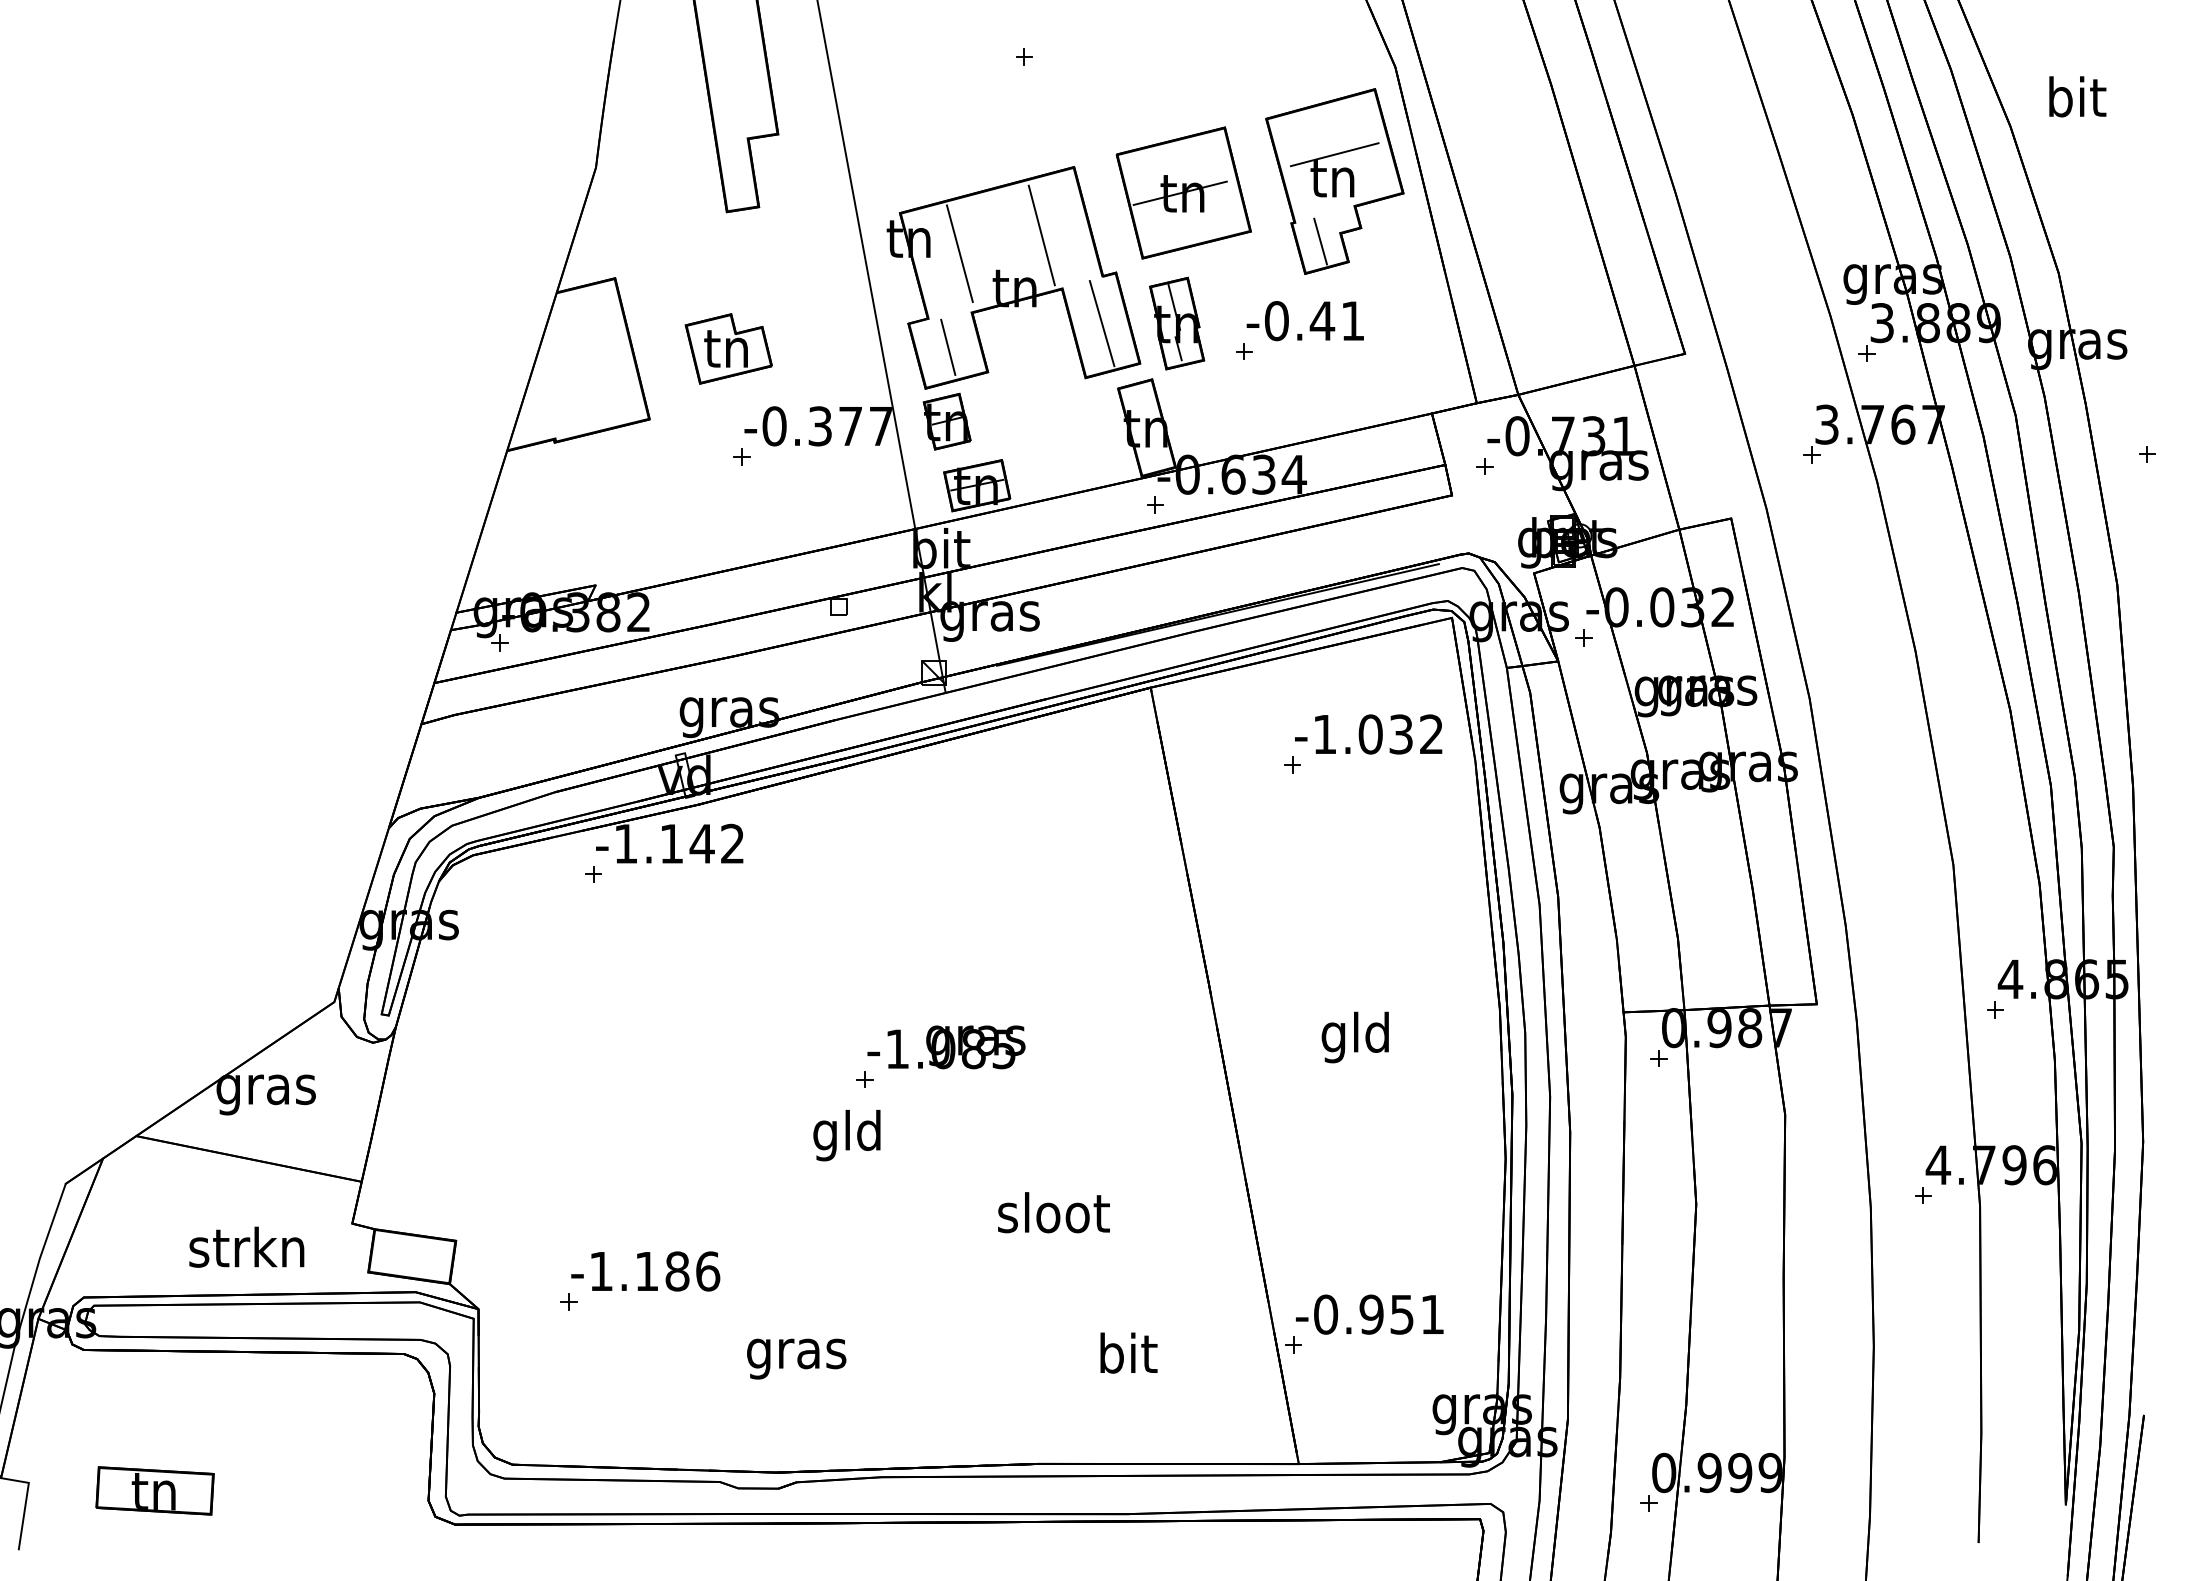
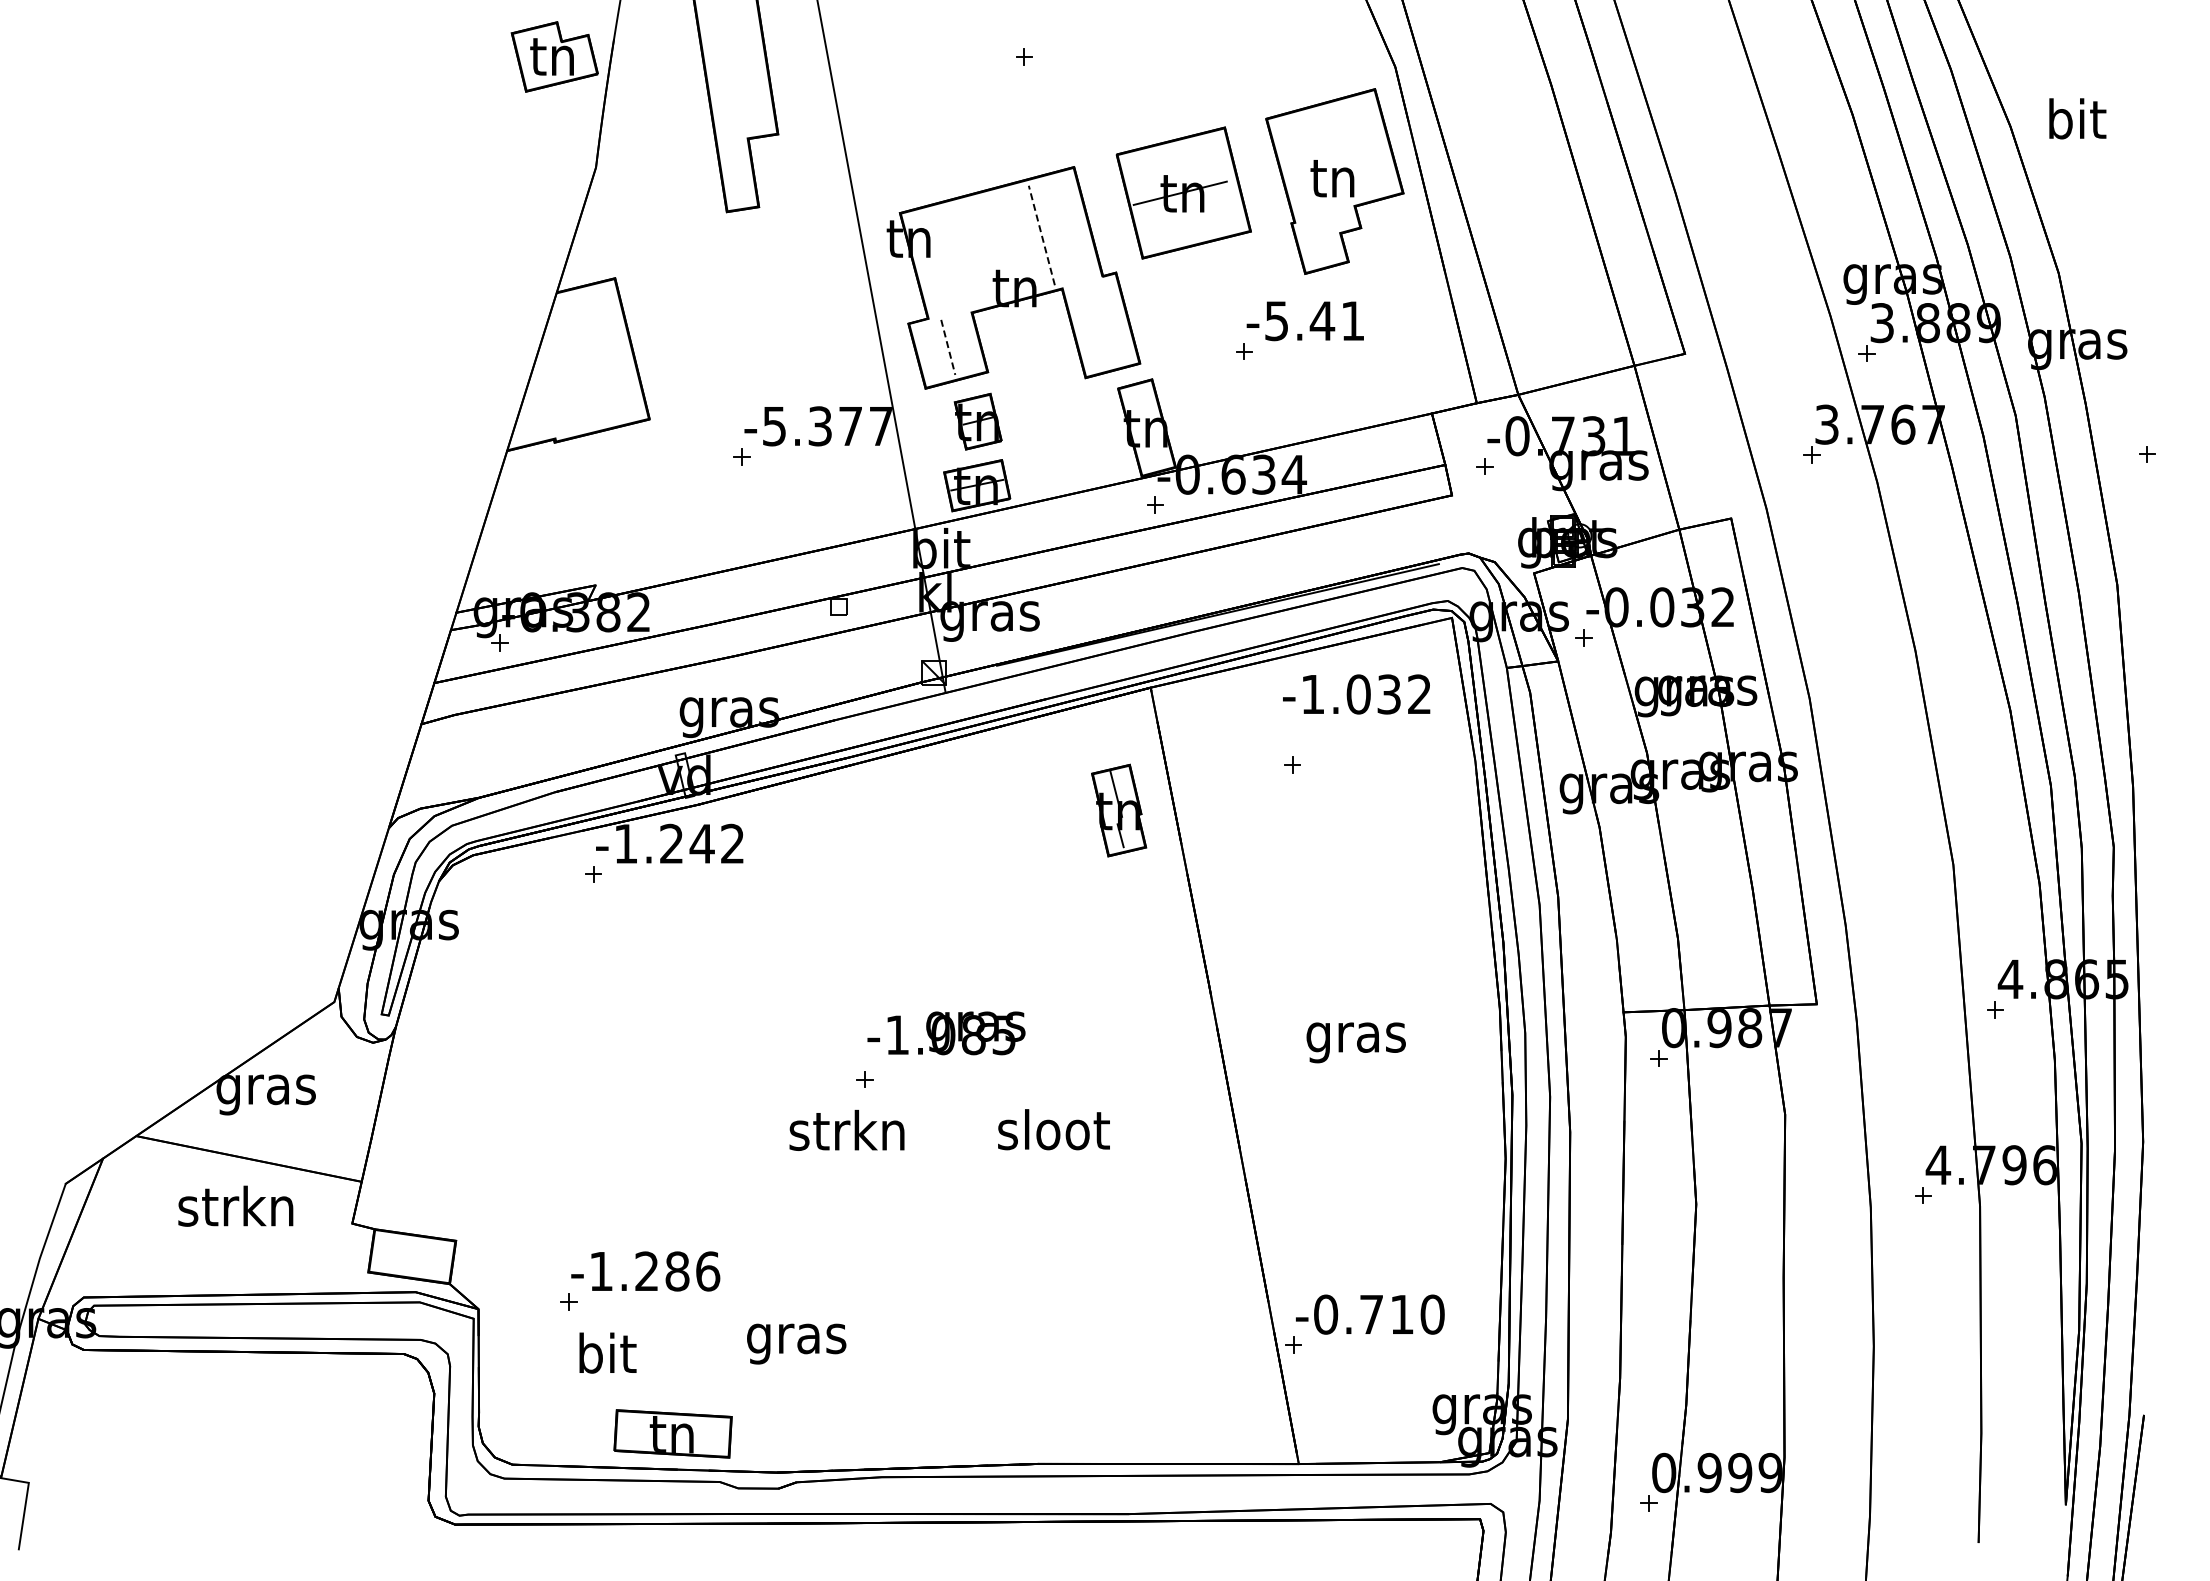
text at (2077, 96) position: (2077, 96) -> (2077, 118)
line at (1334, 154): present -> none
line at (1041, 235): solid -> dashed
line at (1320, 241): present -> none
line at (959, 253): present -> none
text at (1276, 321): -0.41 -> -5.41
line at (1101, 323): present -> none
part at (1177, 323) position: (1177, 323) -> (1119, 810)
line at (948, 347): solid -> dashed
part at (728, 348) position: (728, 348) -> (554, 56)
part at (946, 421) position: (946, 421) -> (977, 421)
text at (774, 426): -0.377 -> -5.377
text at (1368, 734) position: (1368, 734) -> (1356, 694)
text at (671, 843): -1.142 -> -1.242
text at (1355, 1037): gld -> gras
text at (946, 1047) position: (946, 1047) -> (946, 1033)
text at (846, 1135): gld -> strkn
text at (1053, 1212) position: (1053, 1212) -> (1053, 1129)
text at (246, 1246) position: (246, 1246) -> (235, 1205)
text at (646, 1270): -1.186 -> -1.286
text at (1401, 1314): -0.951 -> -0.710
text at (1128, 1352) position: (1128, 1352) -> (607, 1352)
text at (796, 1358) position: (796, 1358) -> (796, 1343)
part at (154, 1490) position: (154, 1490) -> (672, 1433)
